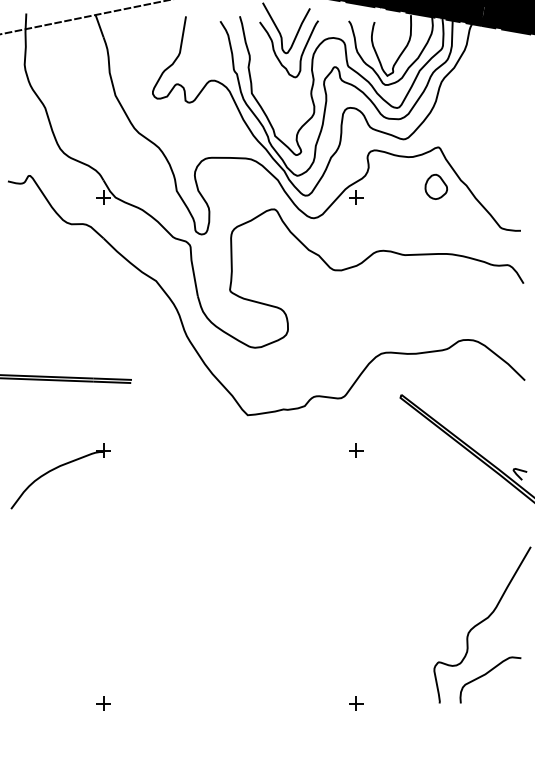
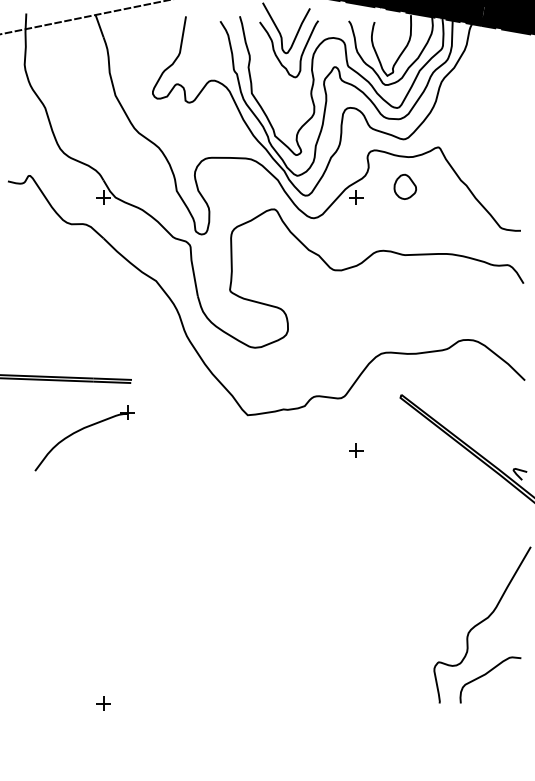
part at (436, 186) position: (436, 186) -> (405, 186)
part at (57, 468) position: (57, 468) -> (81, 430)
part at (356, 703): present -> none
